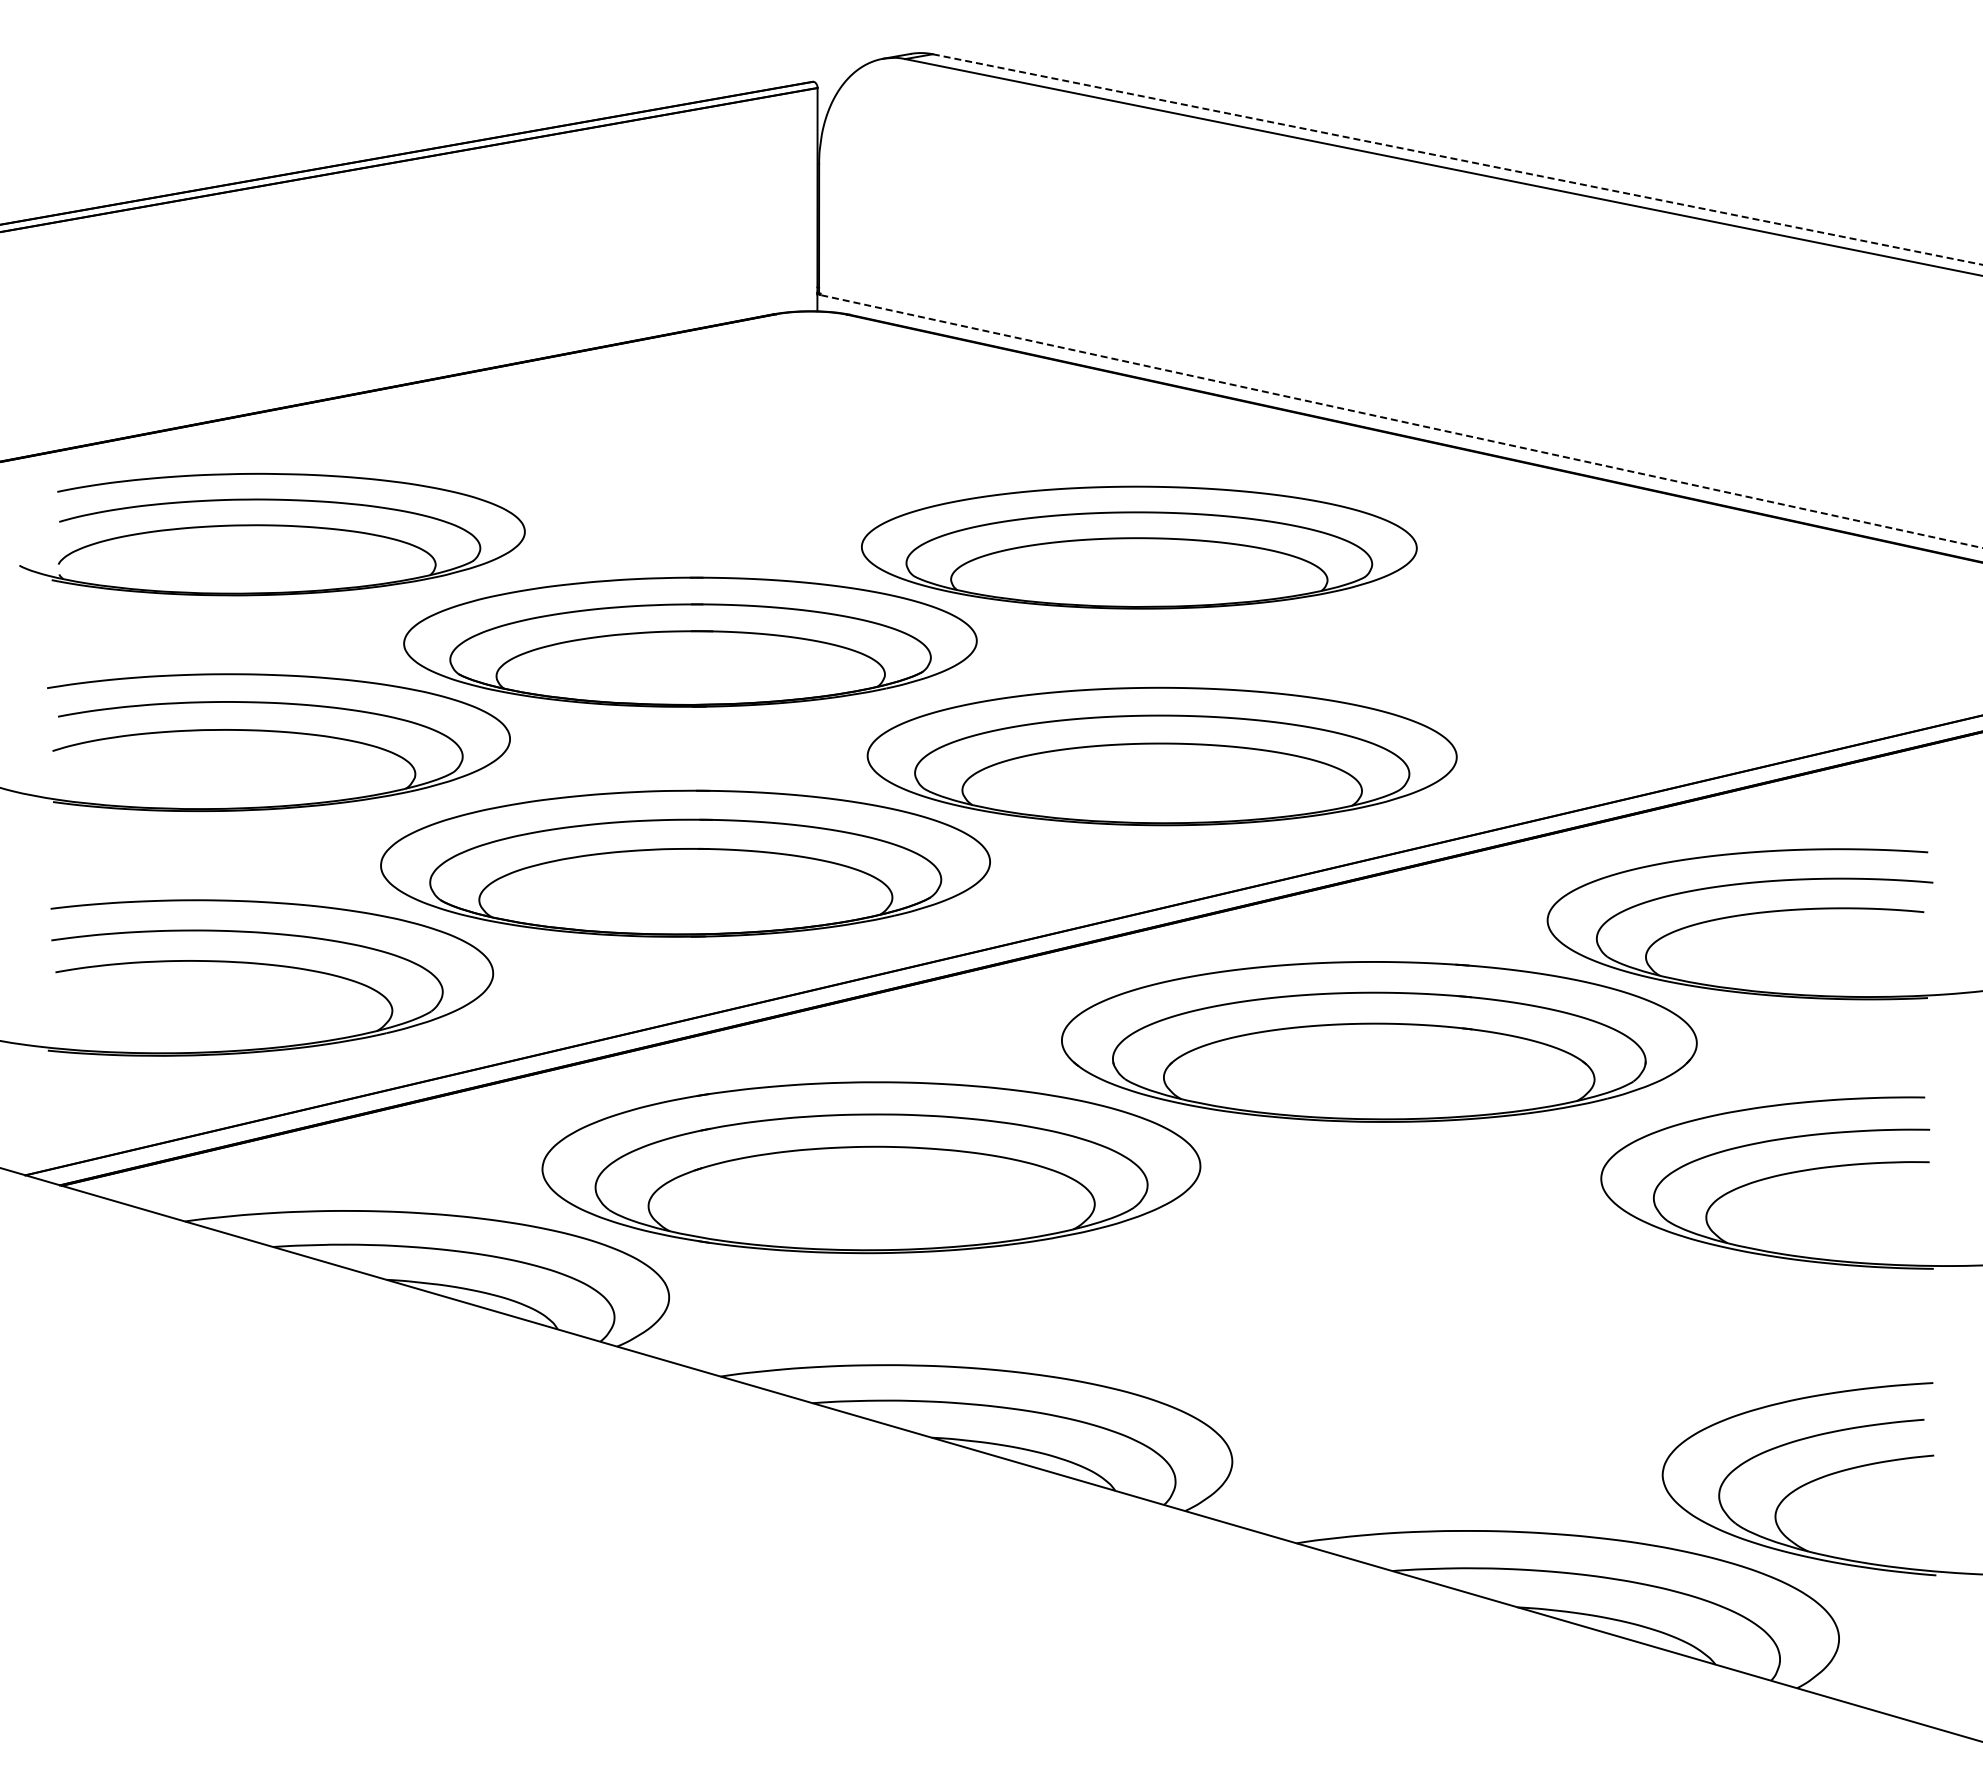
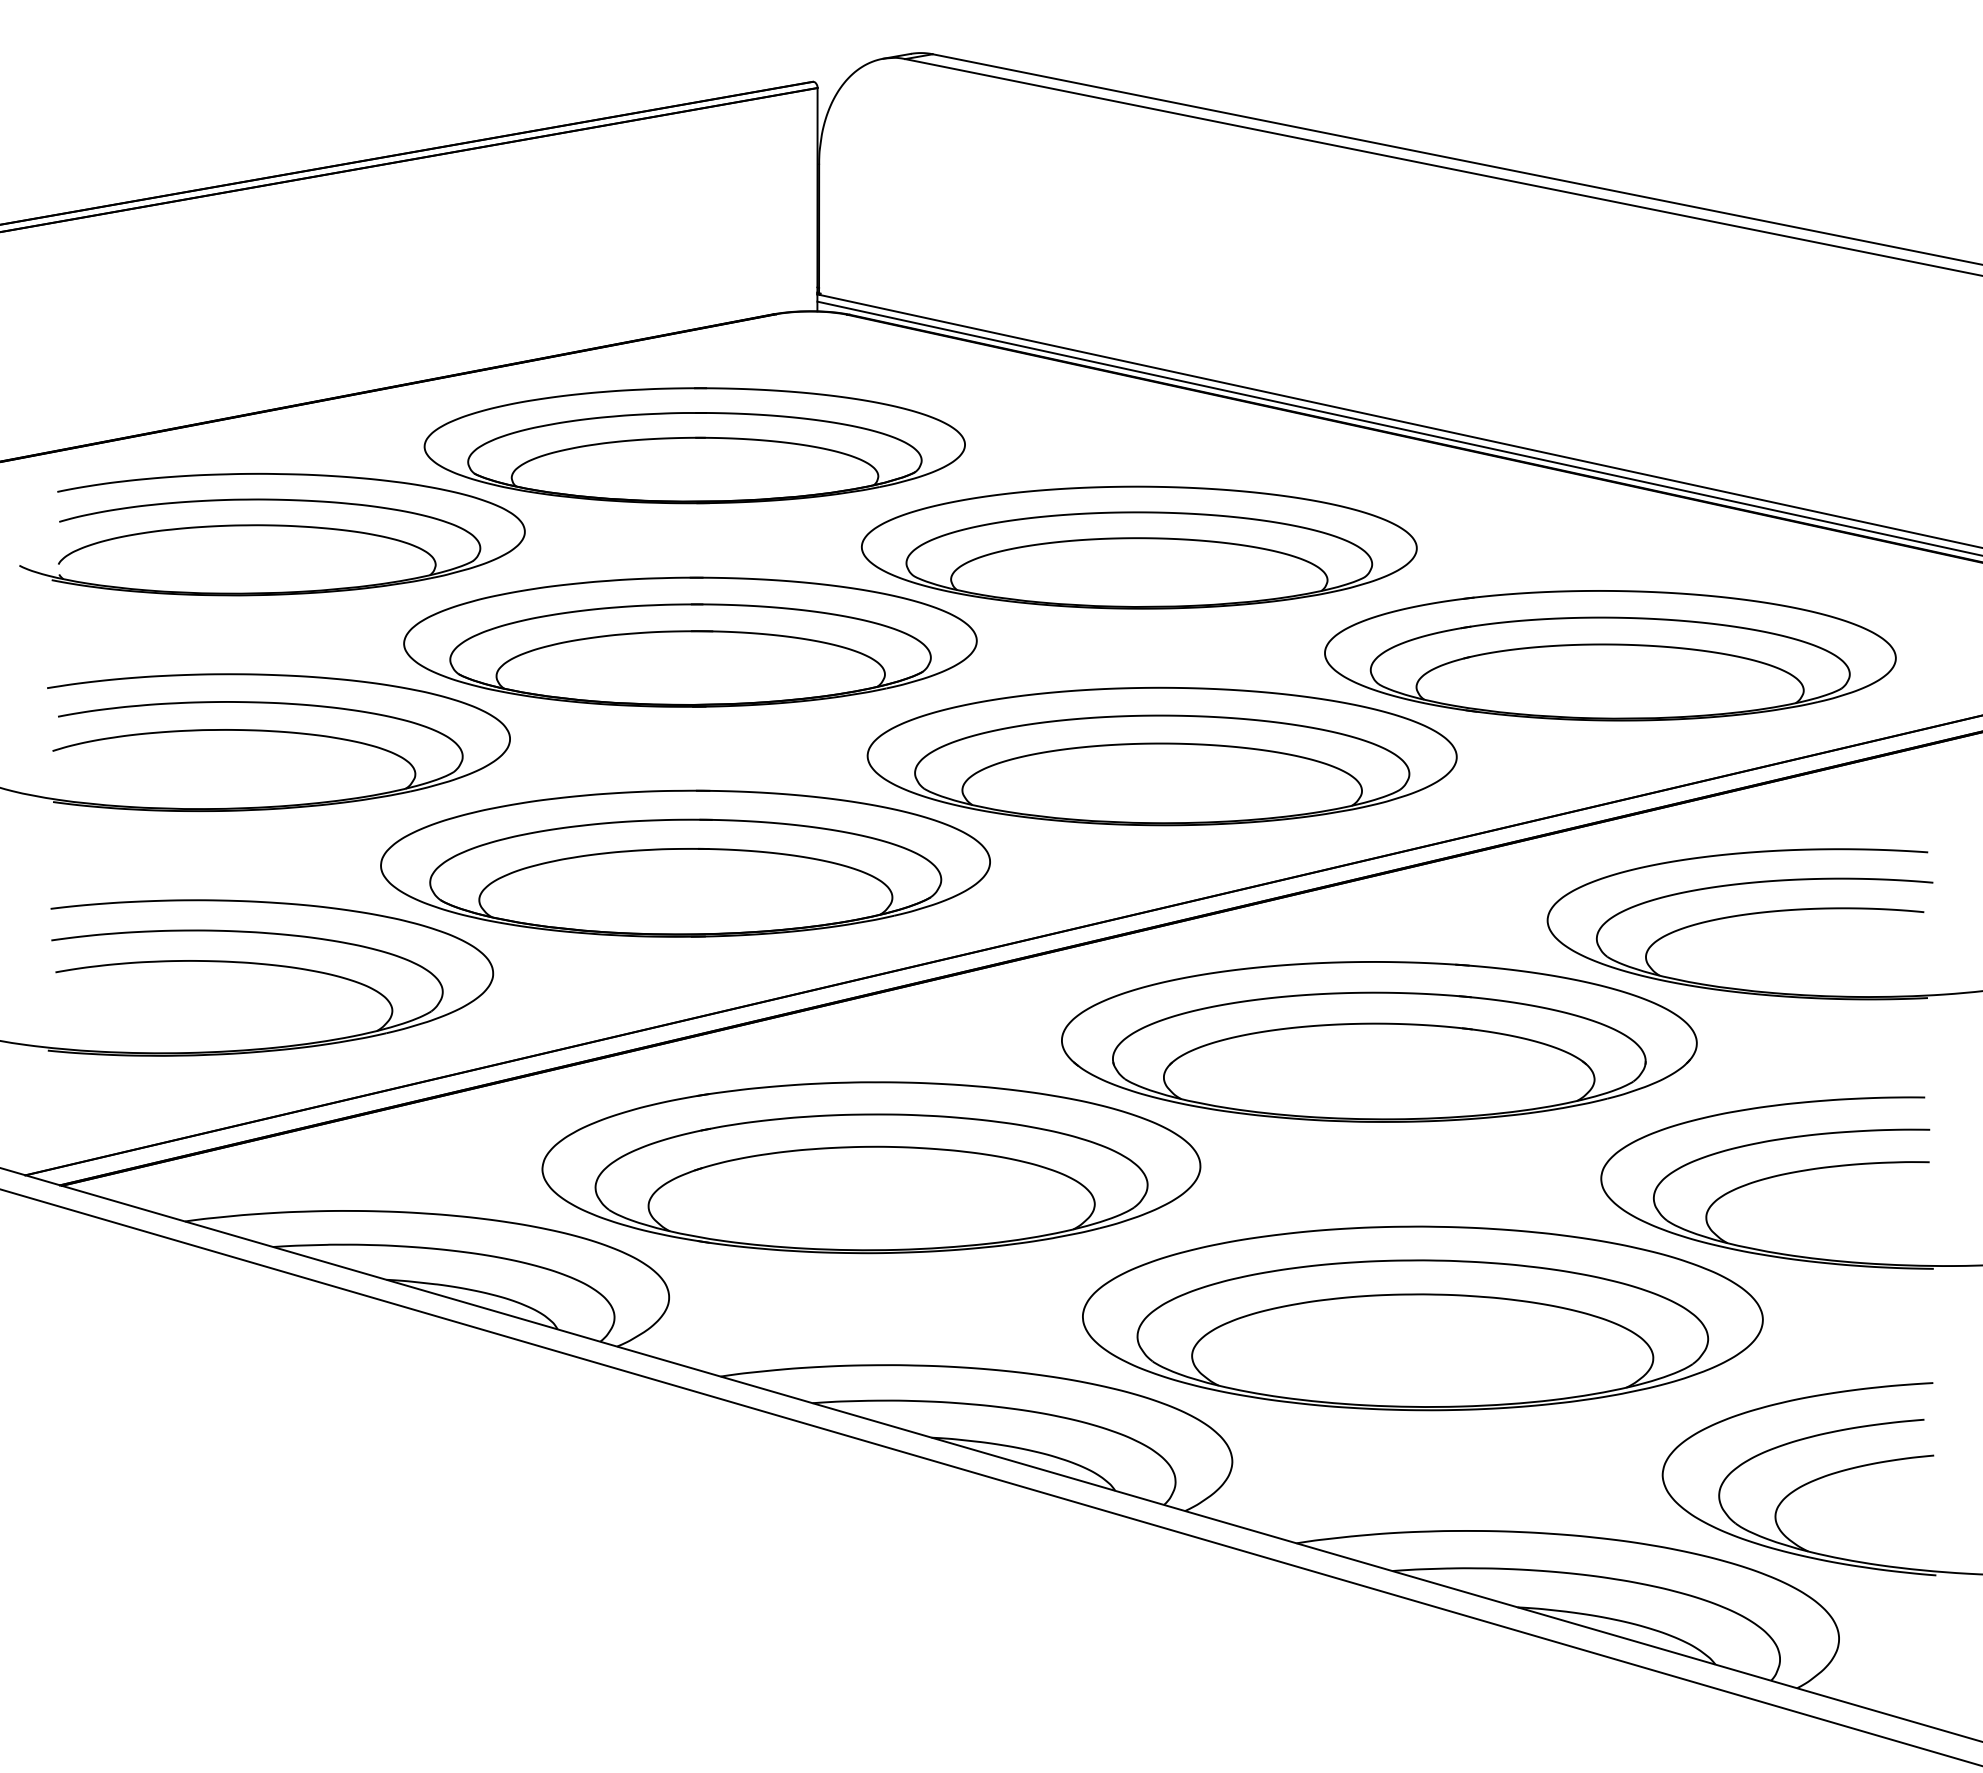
line at (1458, 159): dashed -> solid
line at (1399, 421): dashed -> solid
line at (1398, 428): none -> present
part at (694, 445): none -> present
part at (1610, 655): none -> present
part at (1422, 1318): none -> present
line at (990, 1477): none -> present
